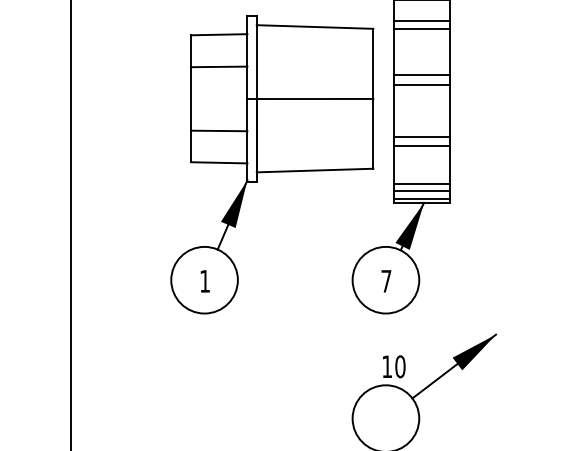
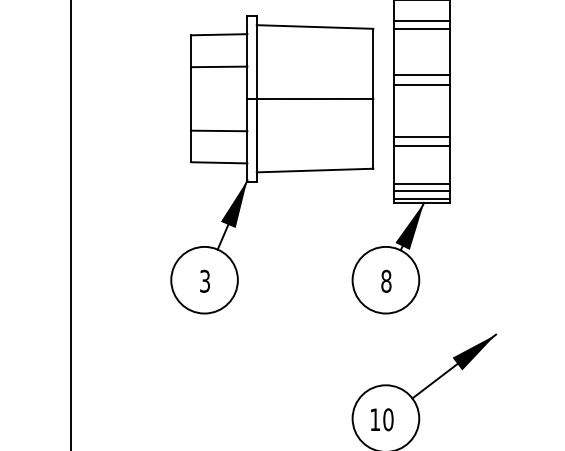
text at (204, 280): 1 -> 3
text at (386, 280): 7 -> 8
text at (394, 366) position: (394, 366) -> (382, 419)
